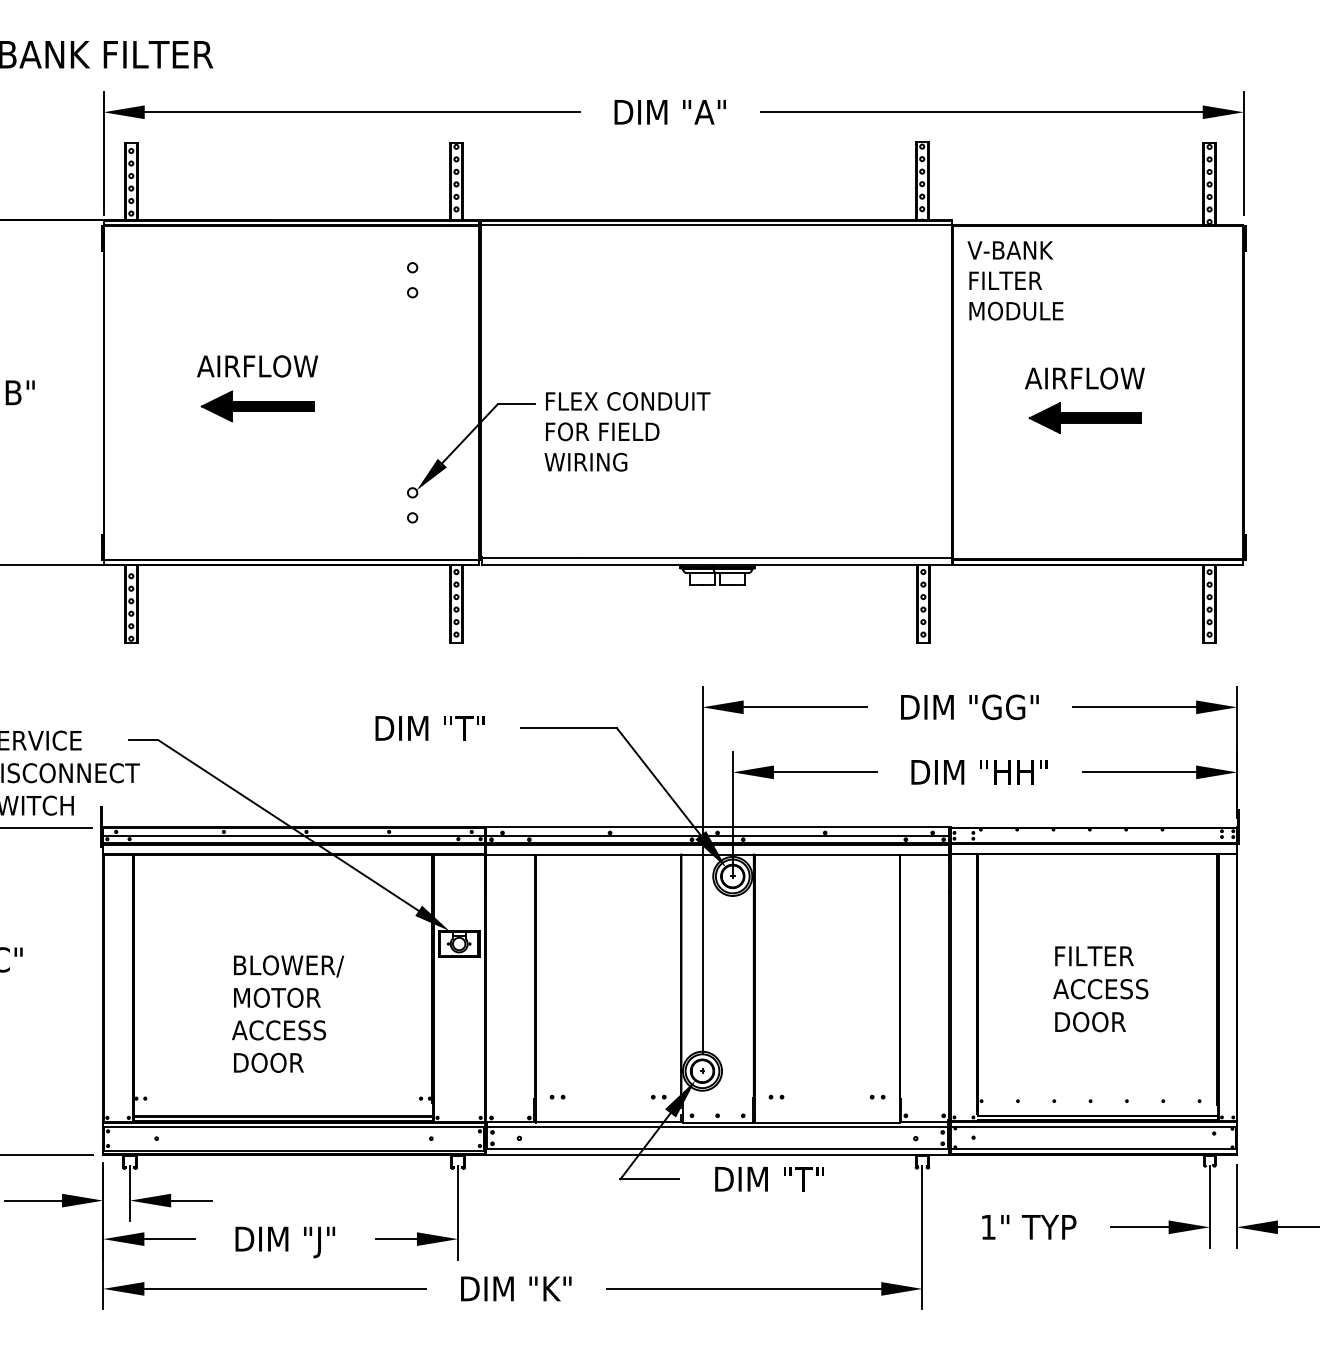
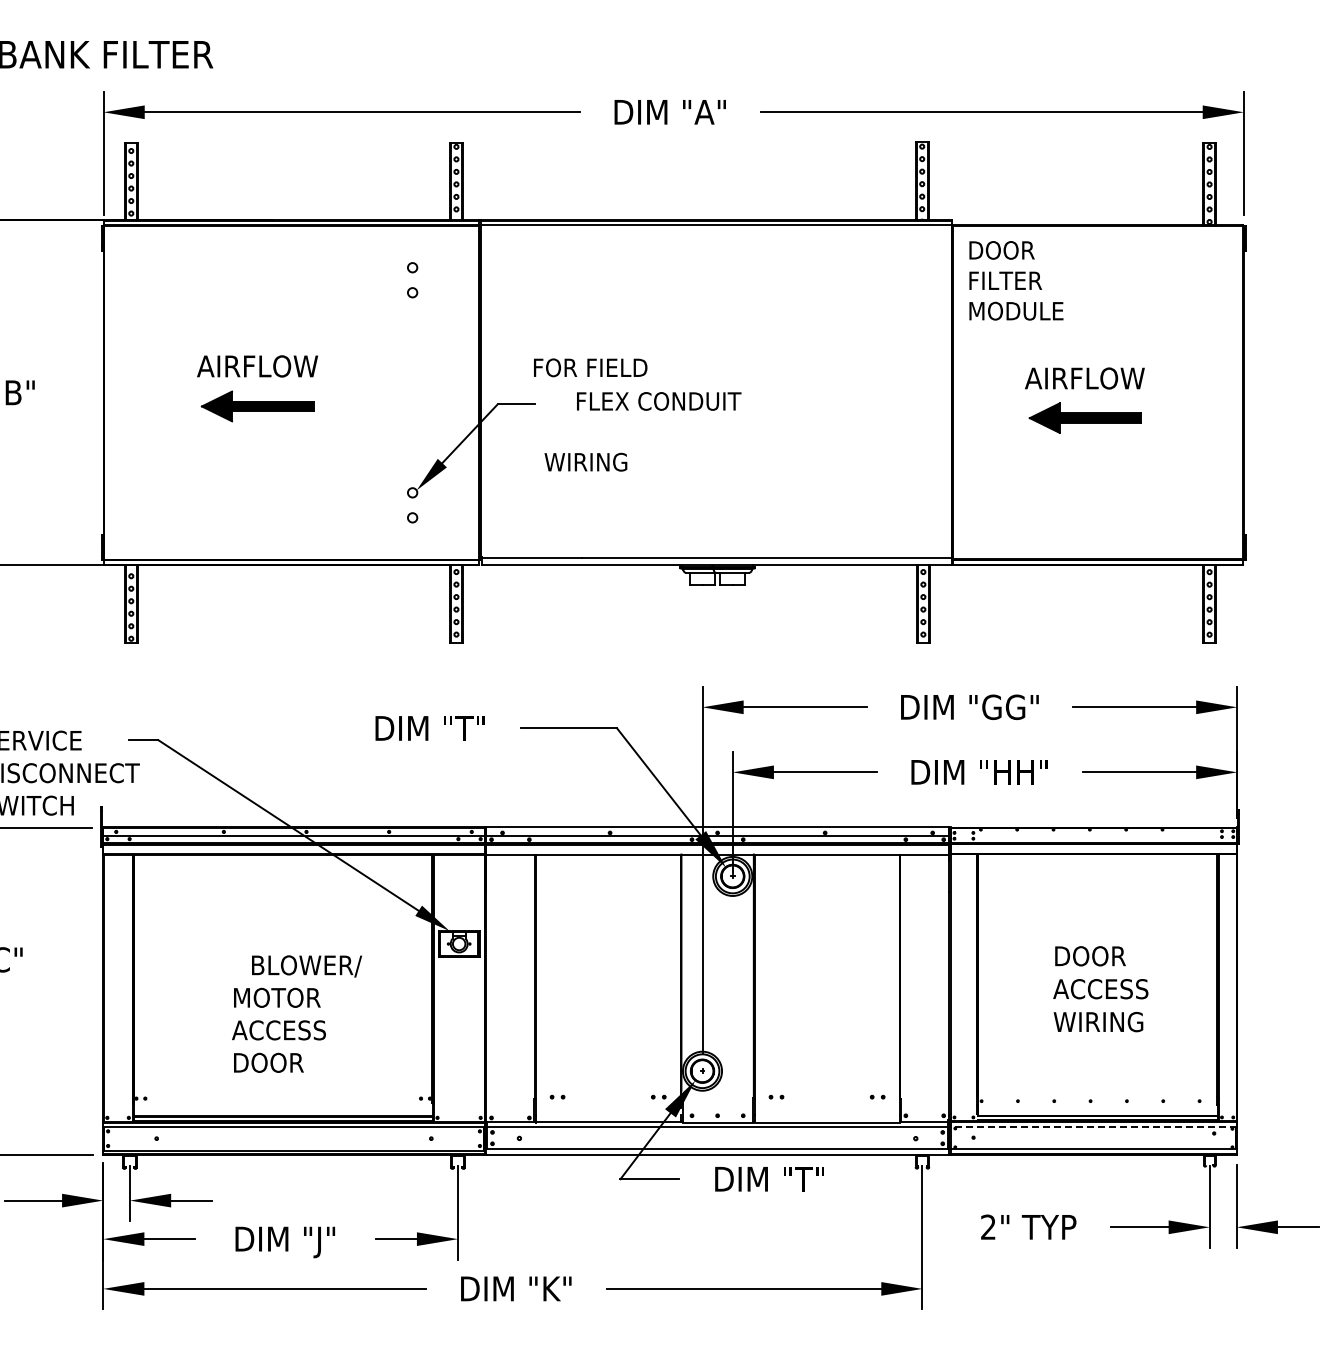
text at (1010, 250): V-BANK -> DOOR
text at (628, 401) position: (628, 401) -> (659, 401)
text at (602, 431) position: (602, 431) -> (590, 367)
text at (1095, 956): FILTER -> DOOR
text at (288, 966) position: (288, 966) -> (306, 966)
text at (1098, 1021): DOOR -> WIRING
line at (1093, 1126): solid -> dashed
text at (988, 1226): 1" -> 2"
